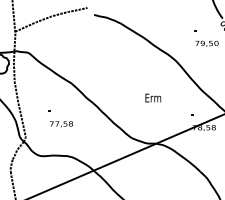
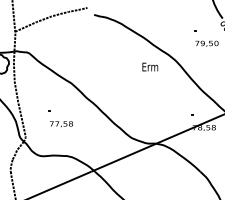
text at (153, 97) position: (153, 97) -> (150, 66)
